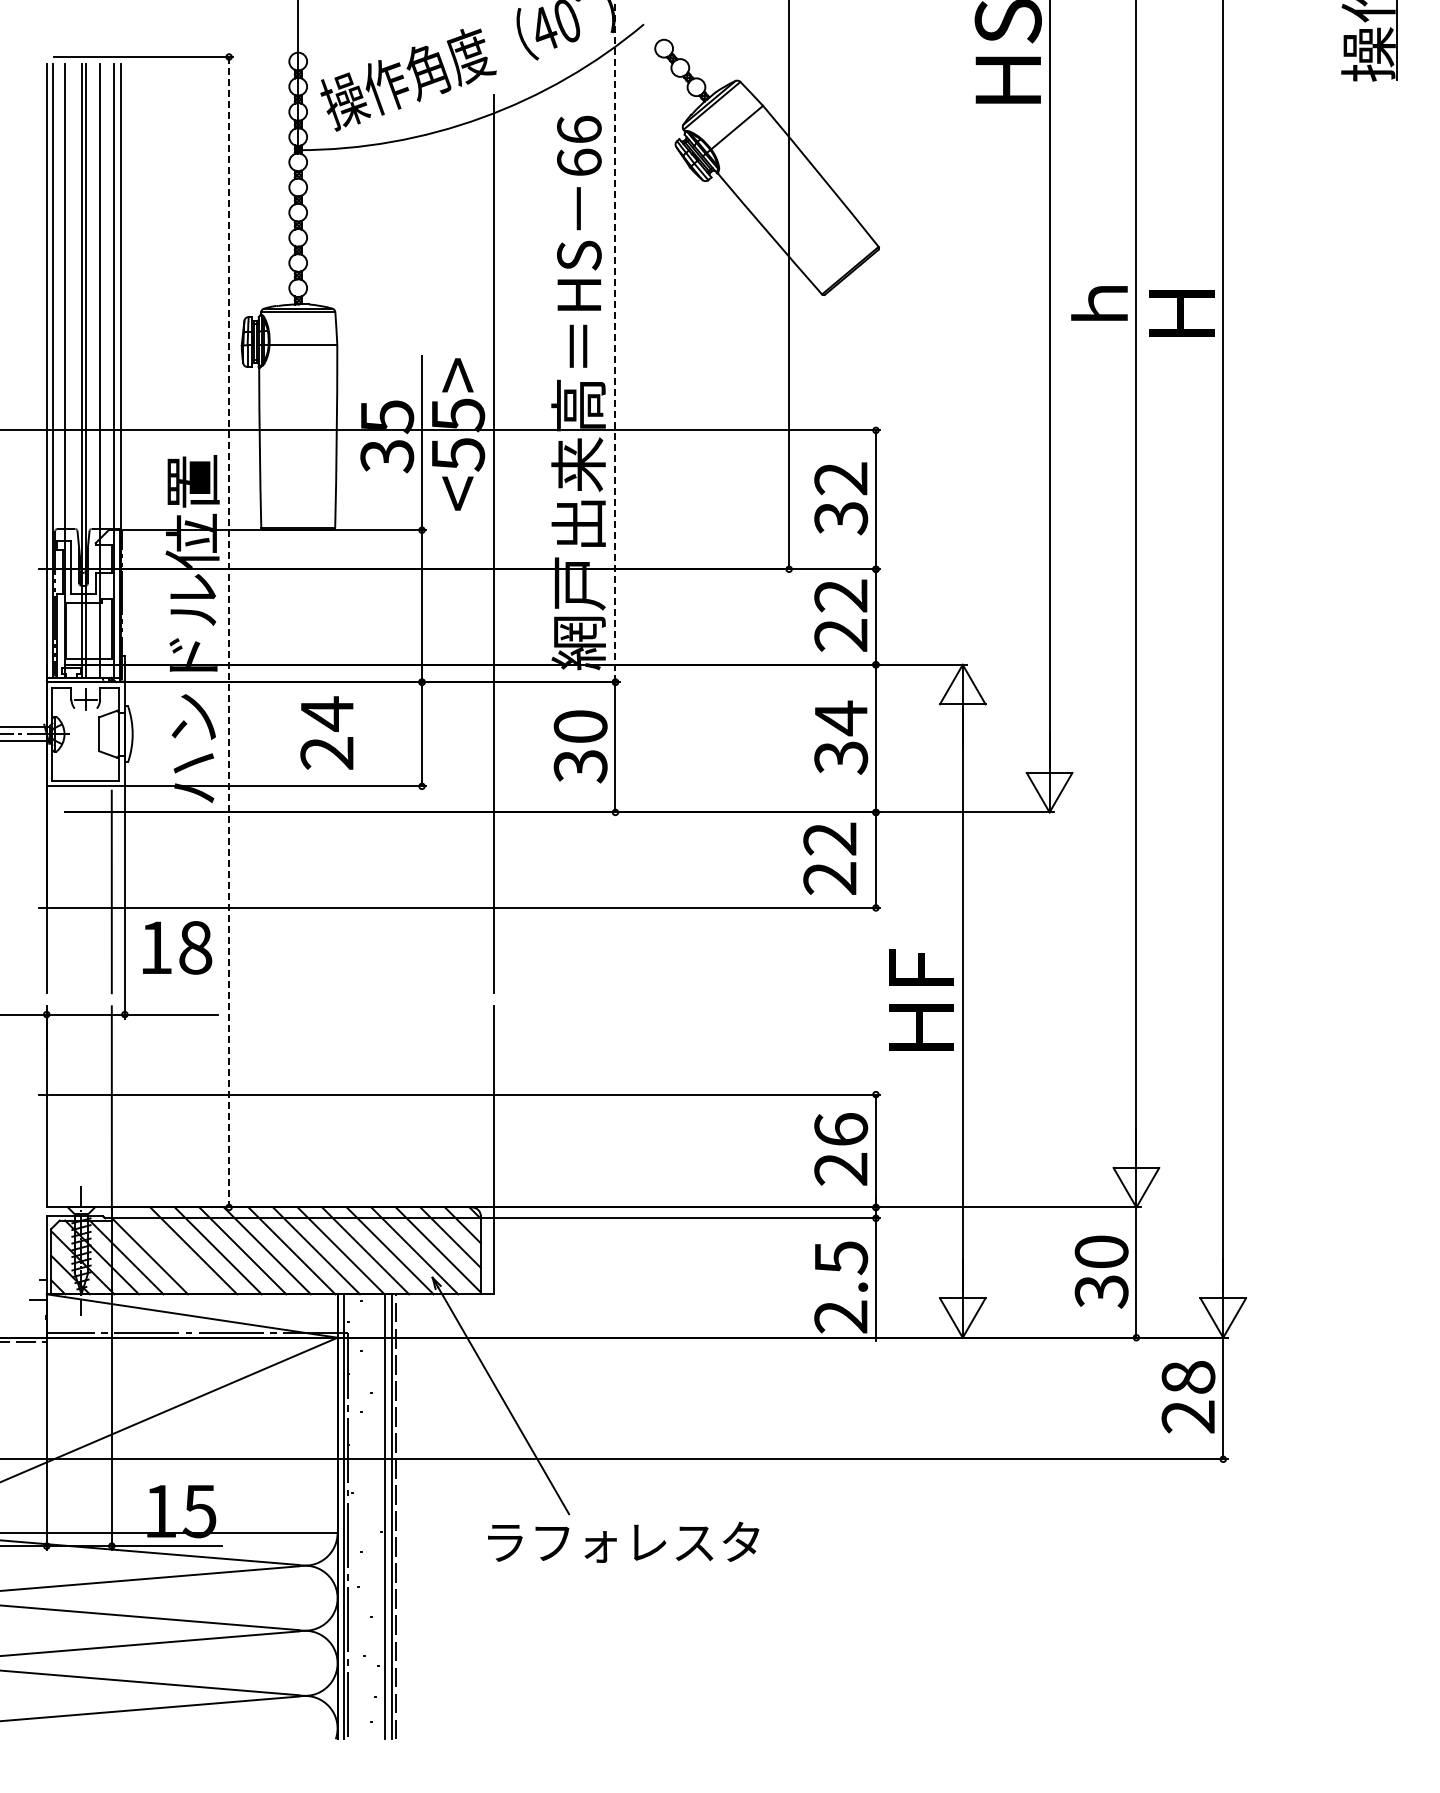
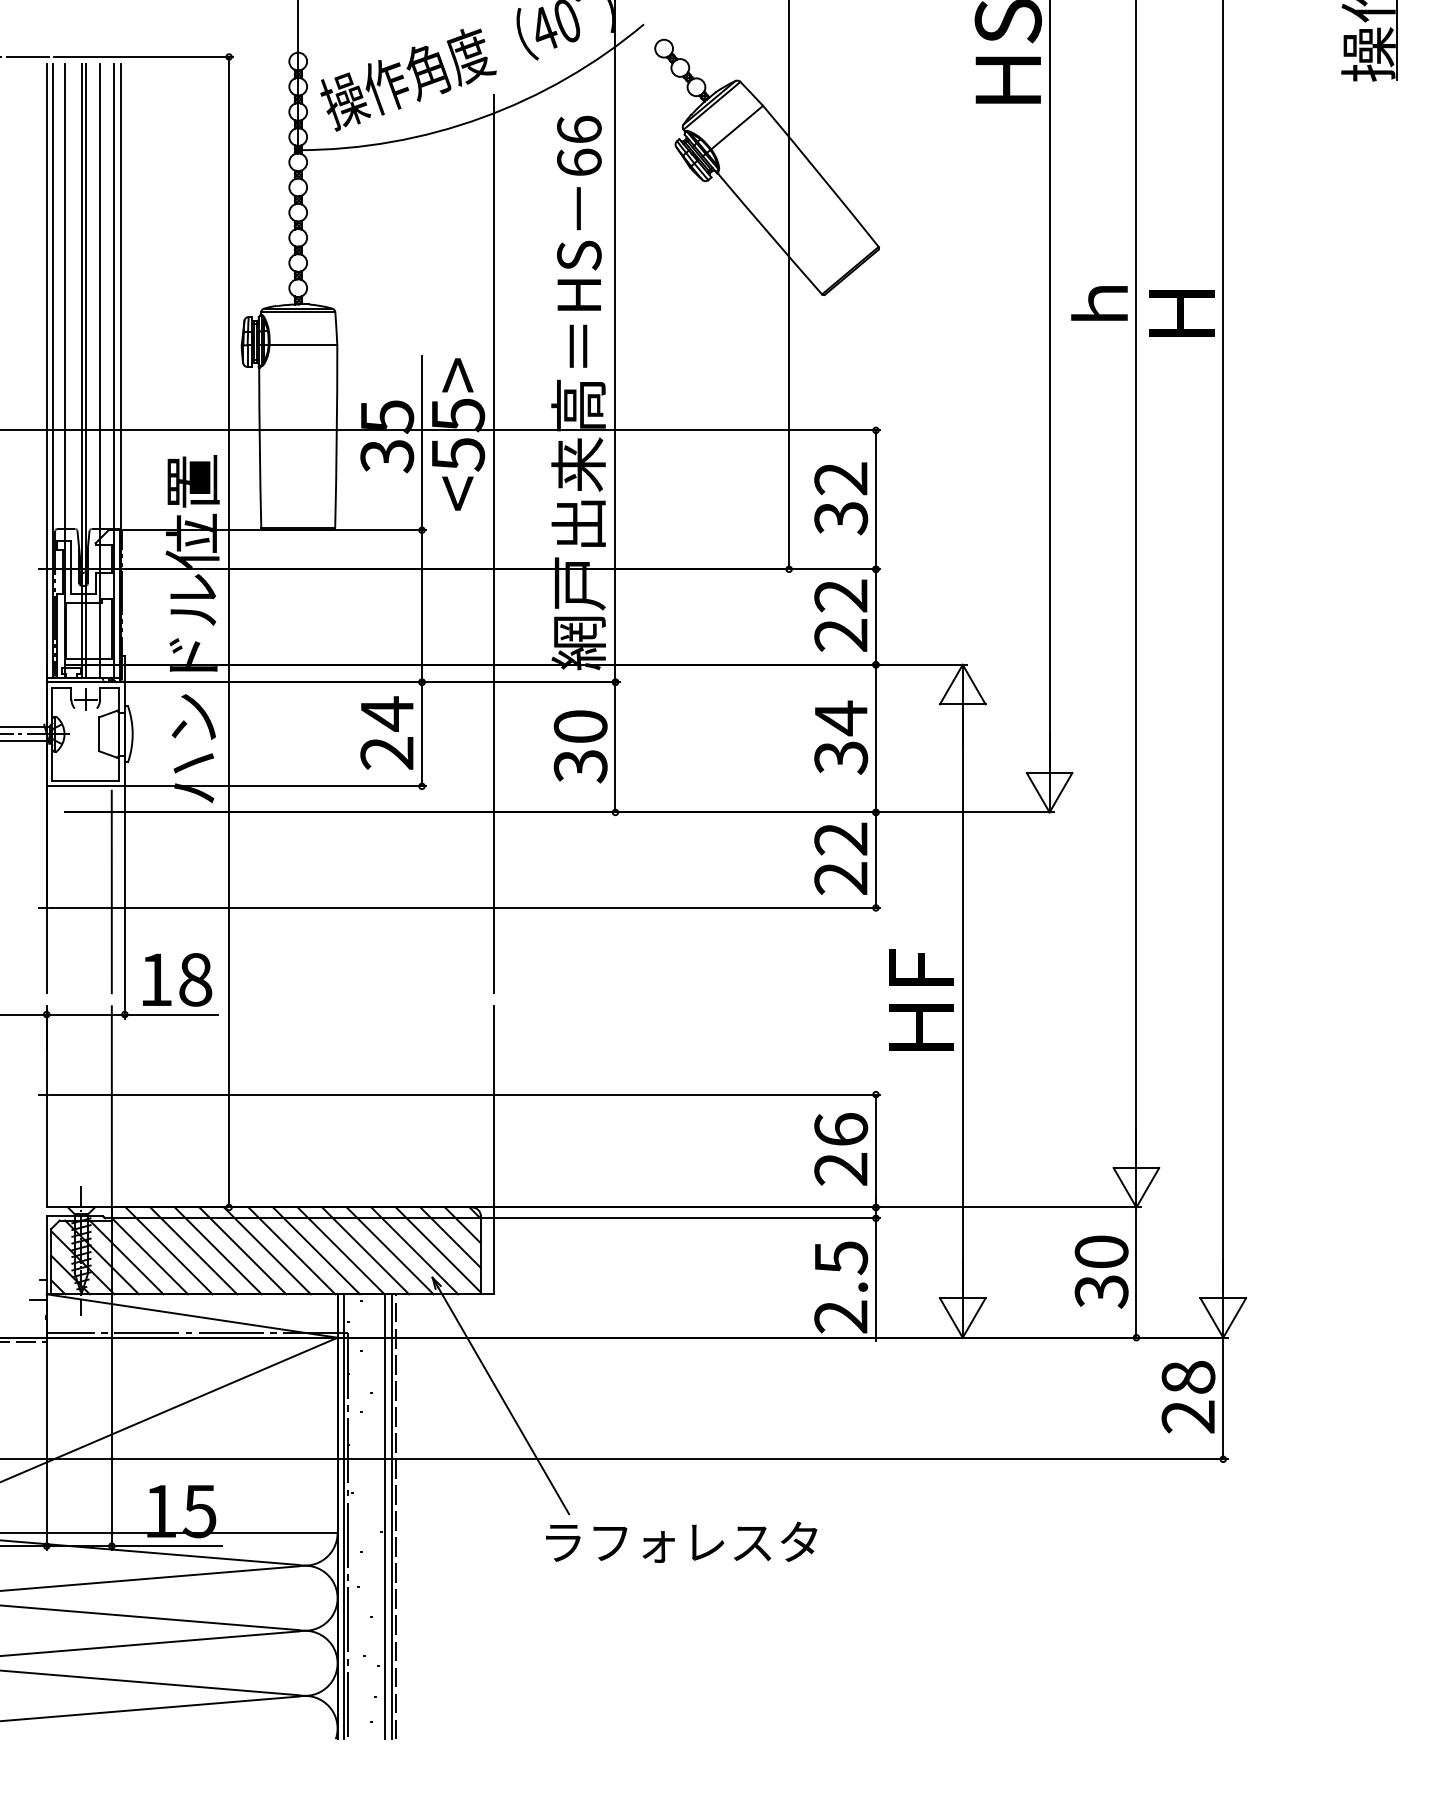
line at (25, 57): none -> present
line at (615, 341): dashed -> solid
line at (229, 632): dashed -> solid
text at (326, 732) position: (326, 732) -> (386, 732)
text at (829, 858) position: (829, 858) -> (840, 858)
text at (177, 947) position: (177, 947) -> (177, 979)
line at (168, 1250): none -> present
text at (623, 1541) position: (623, 1541) -> (681, 1541)
